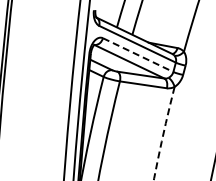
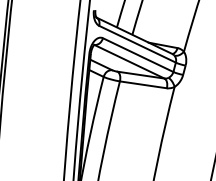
line at (138, 55): dashed -> solid
arc at (163, 133): dashed -> solid
